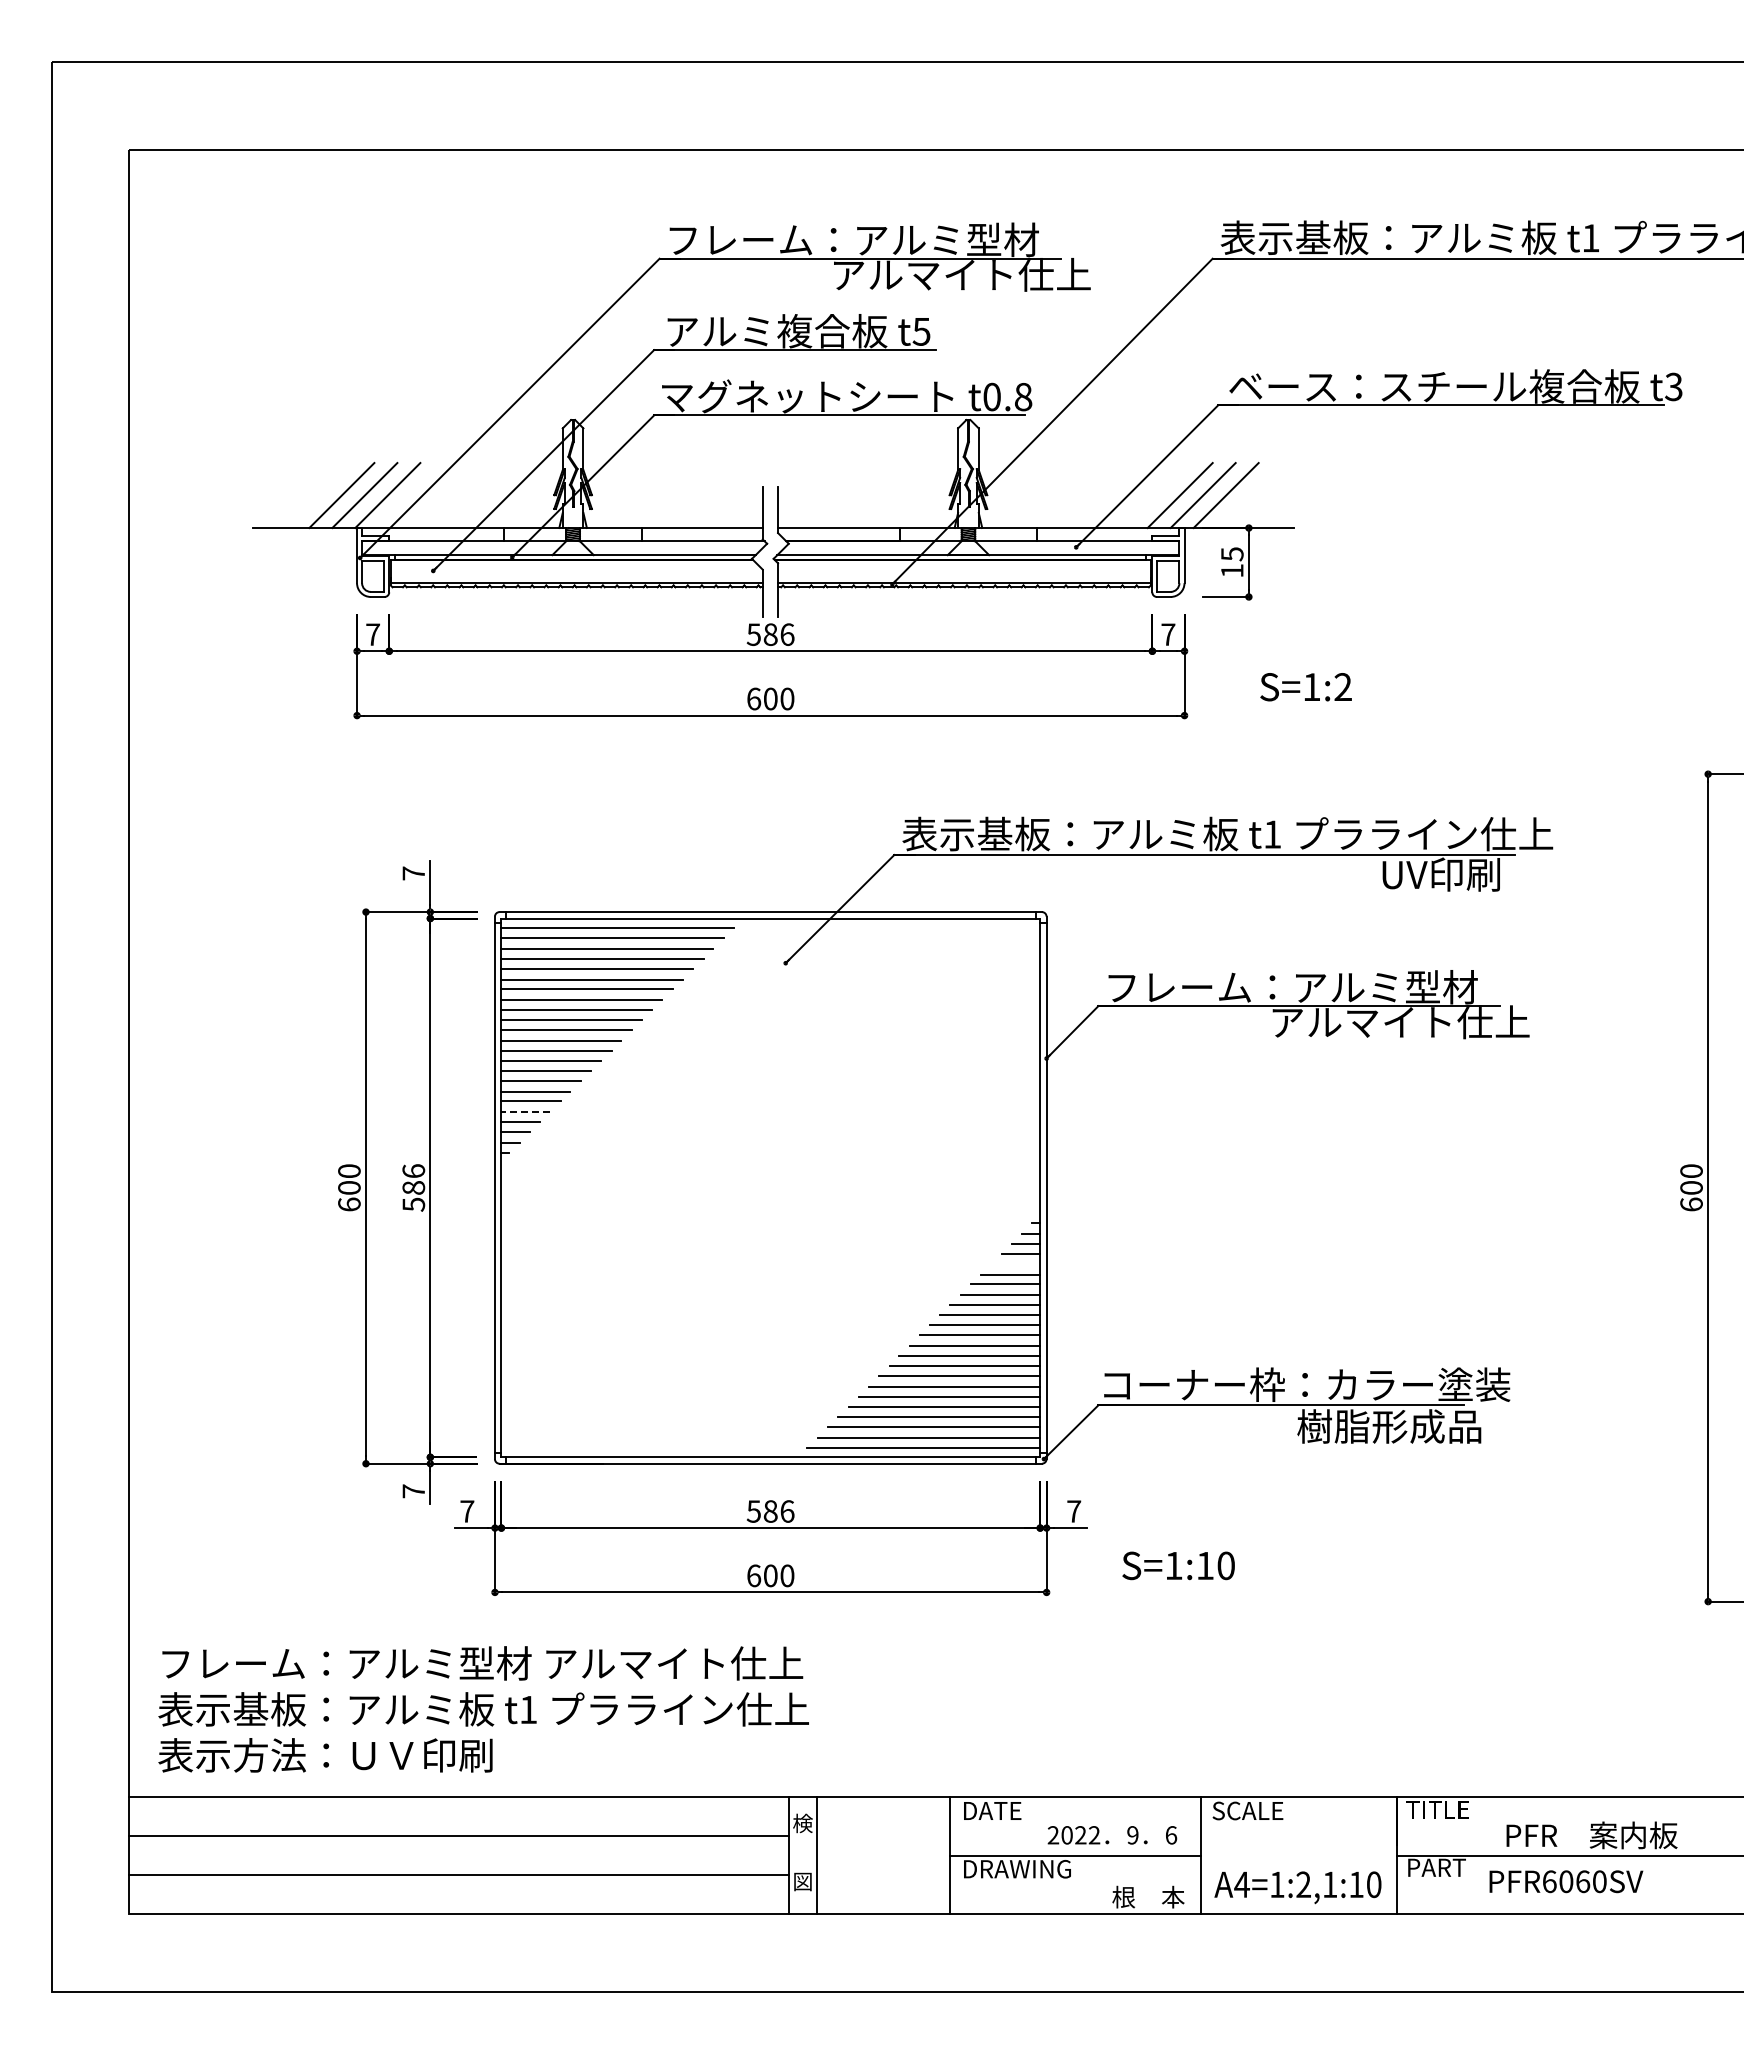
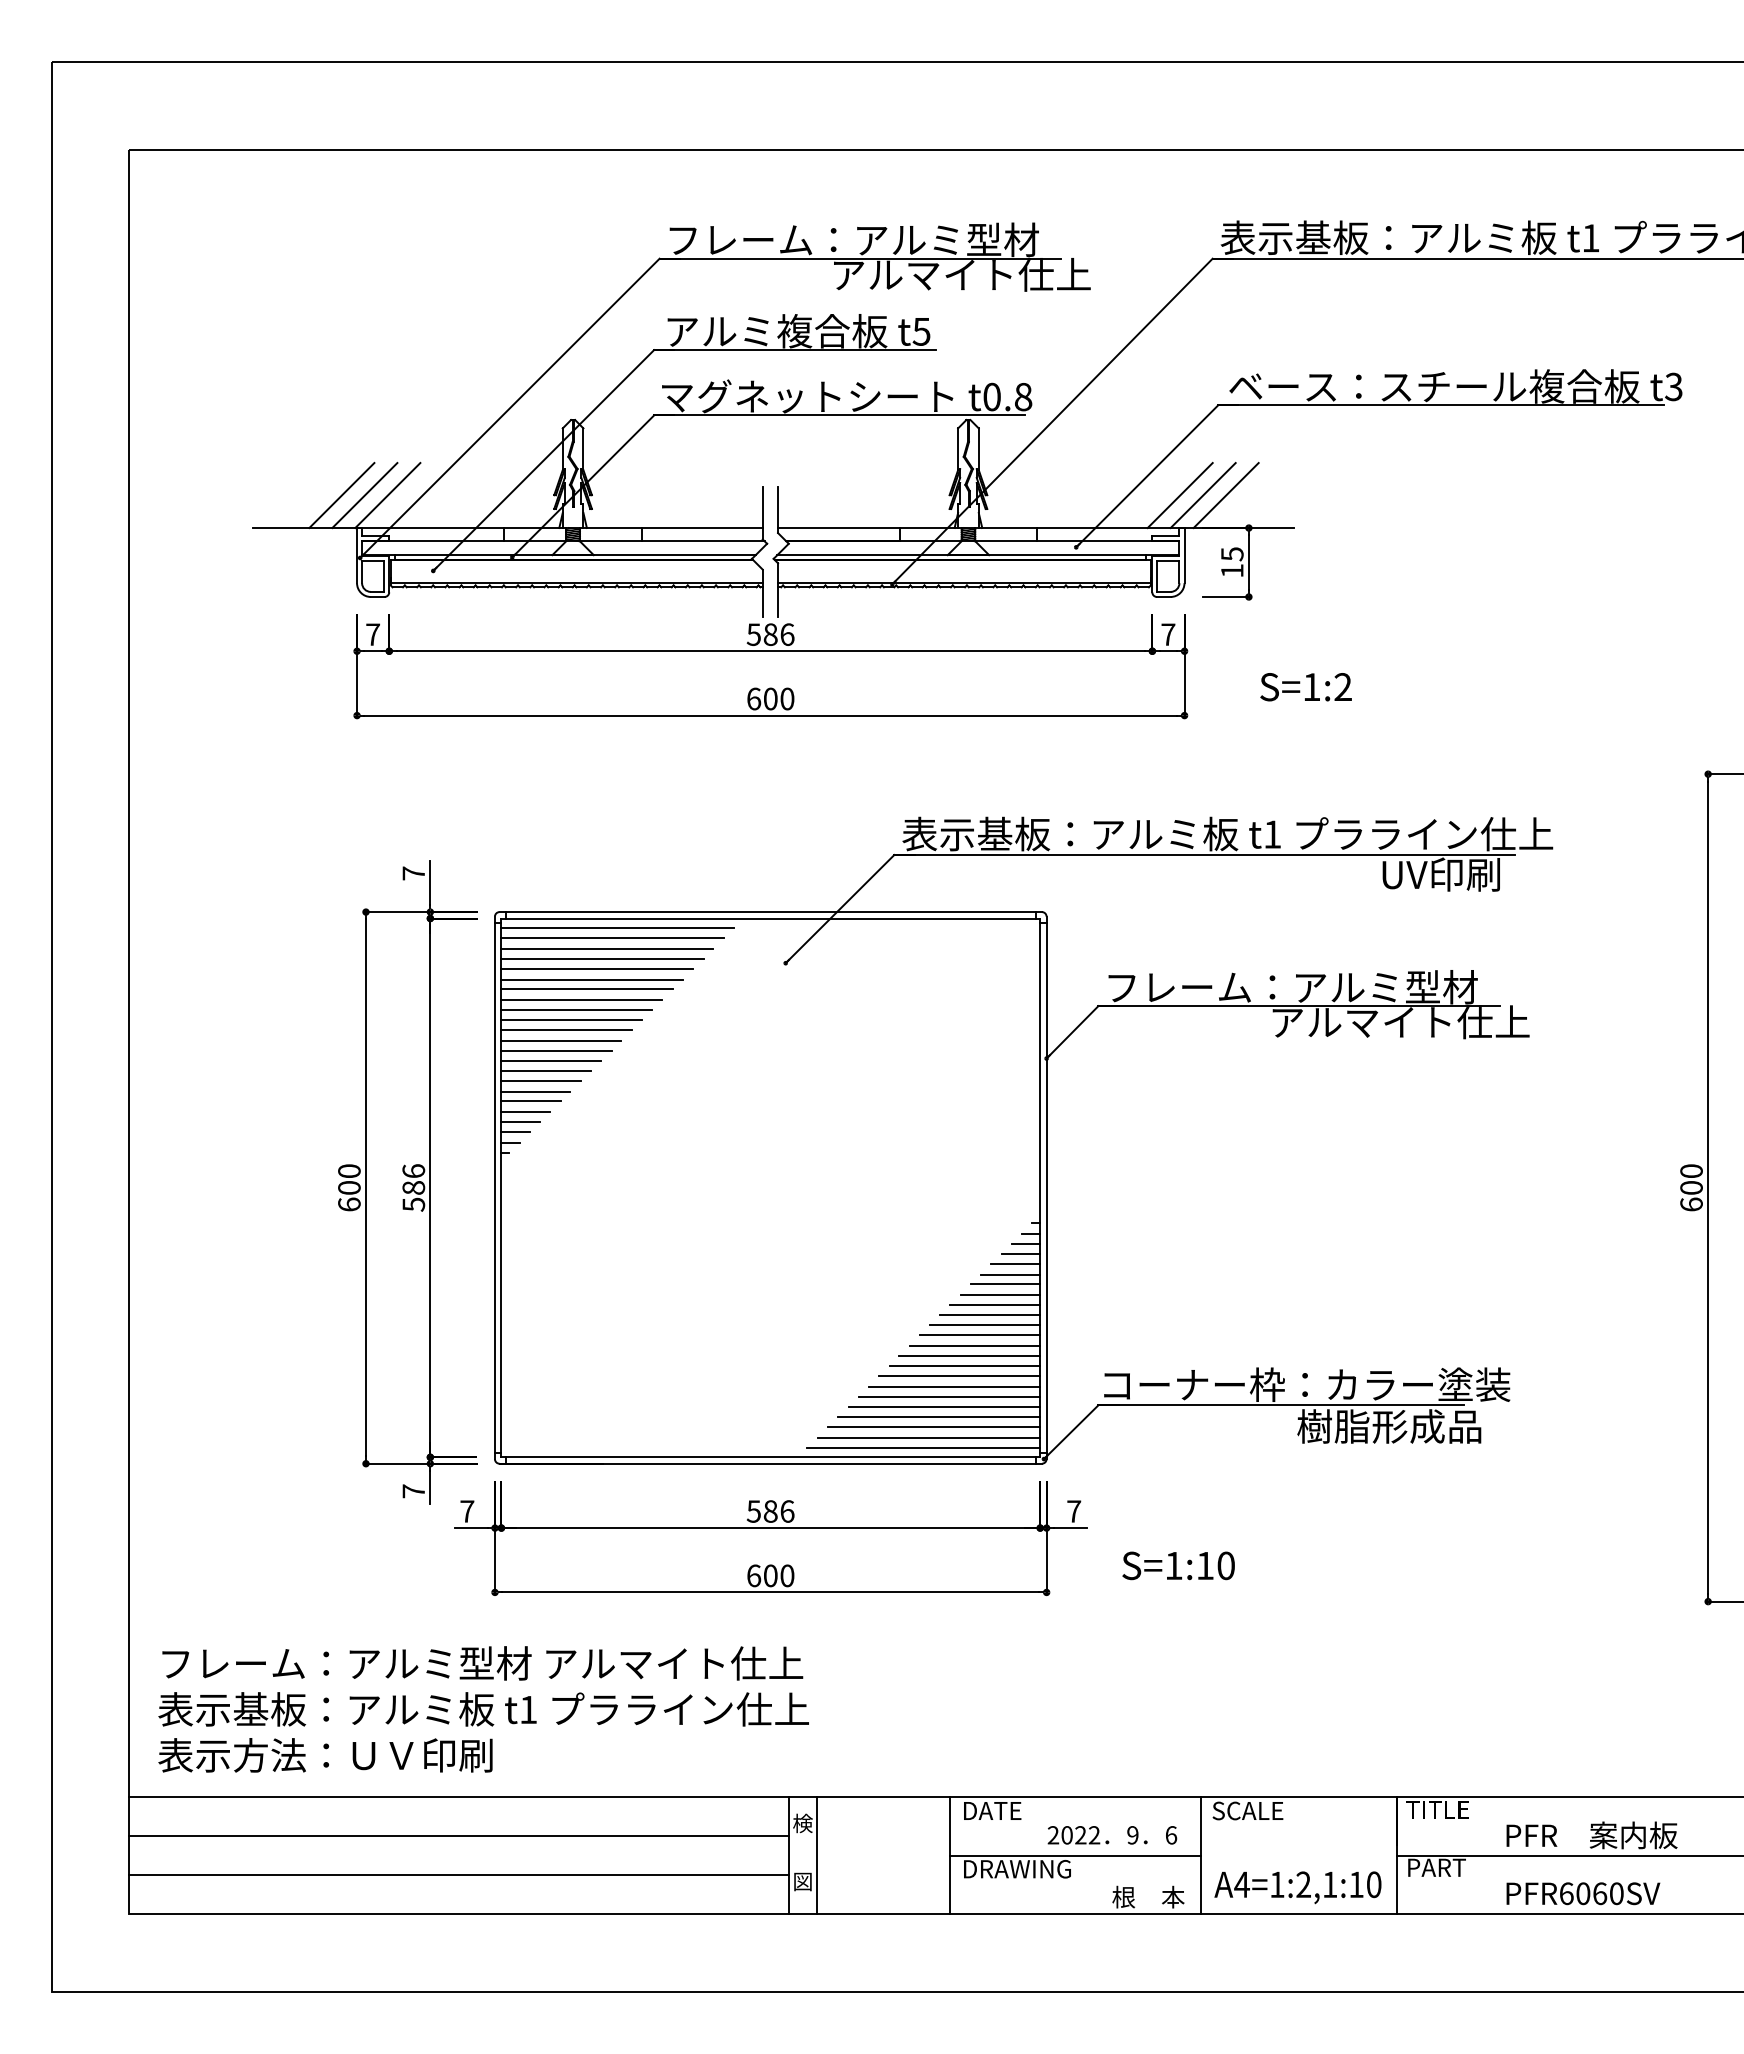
line at (525, 1111): dashed -> solid
line at (1015, 1264): none -> present
text at (1566, 1881) position: (1566, 1881) -> (1583, 1893)
